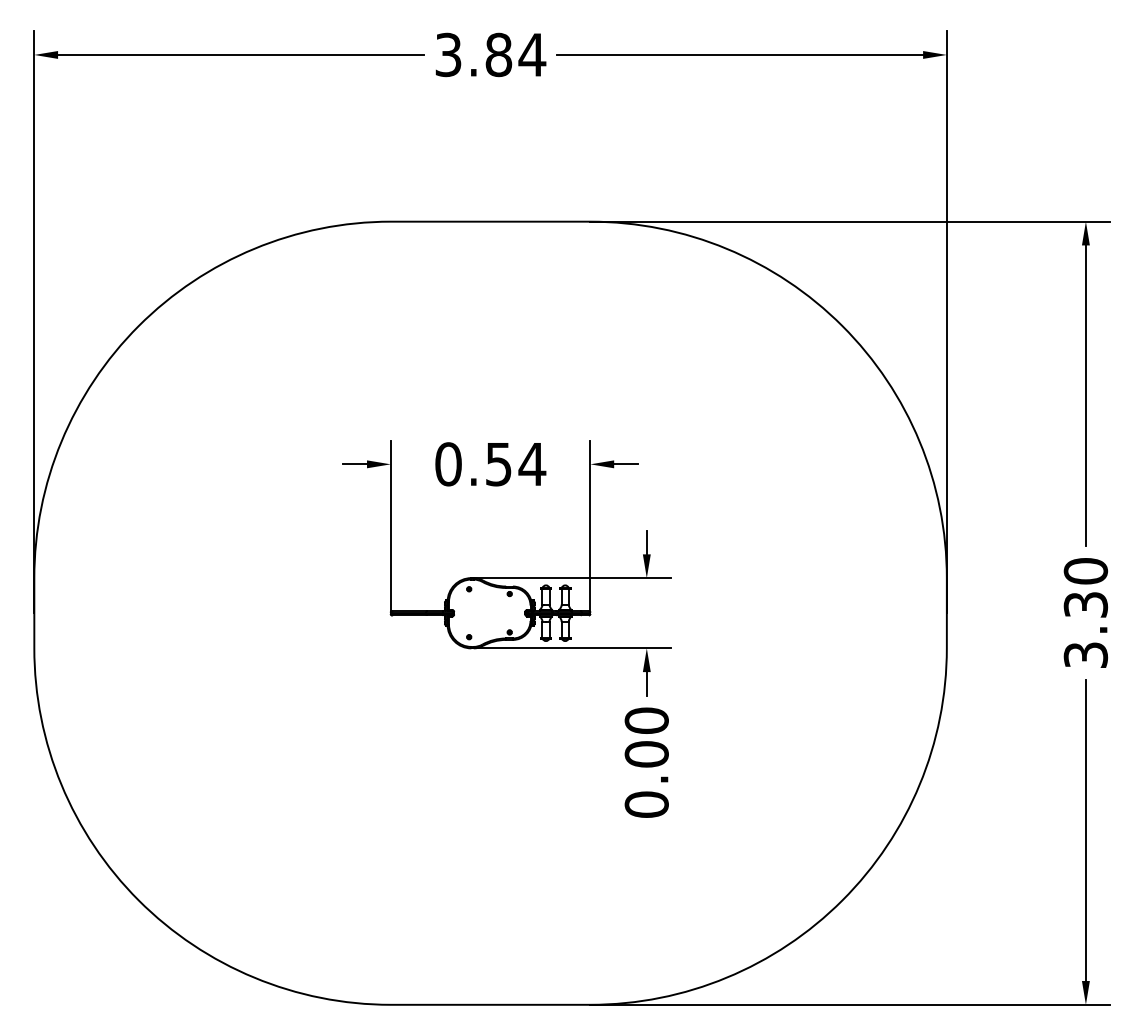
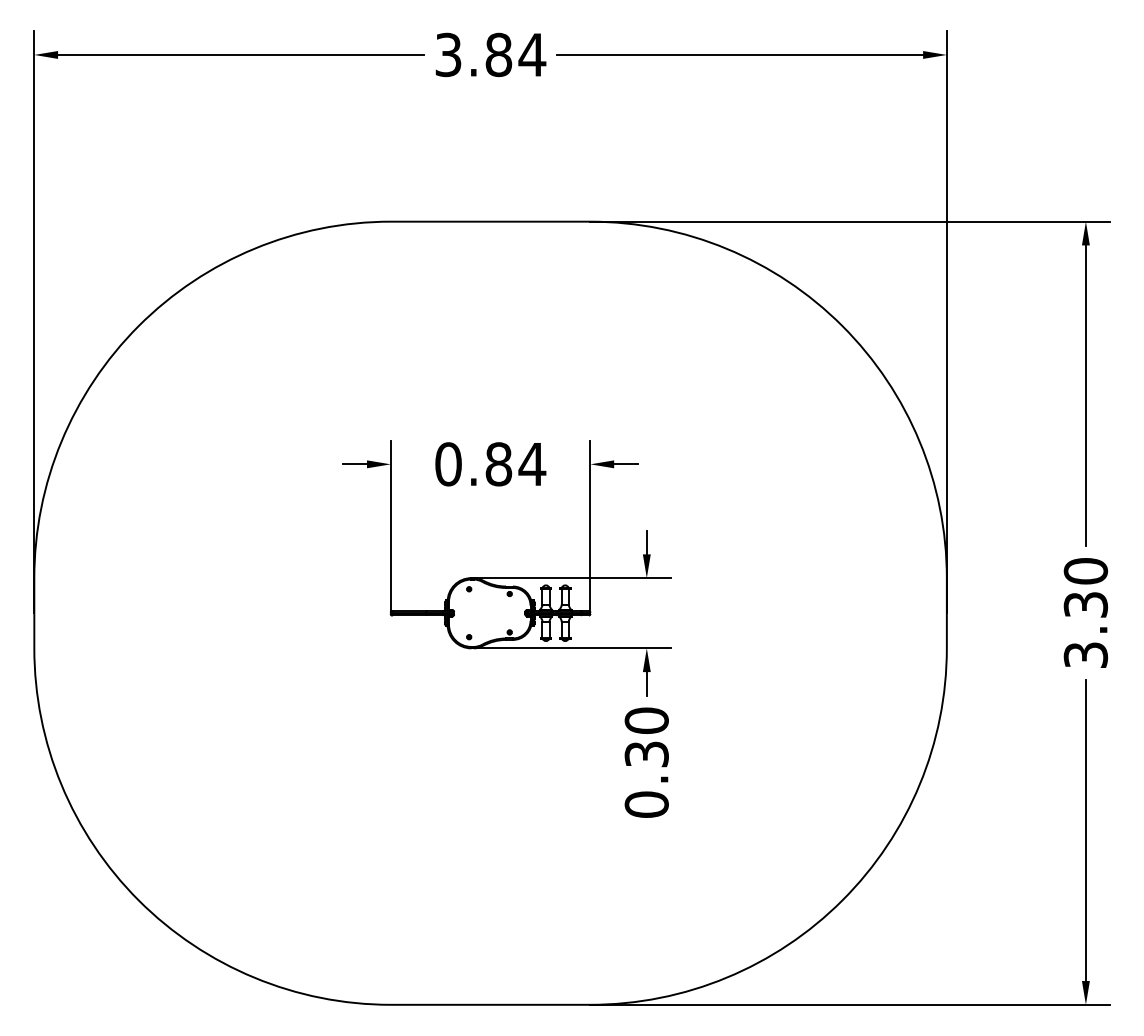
text at (498, 464): 0.54 -> 0.84
text at (646, 754): 0.00 -> 0.30
